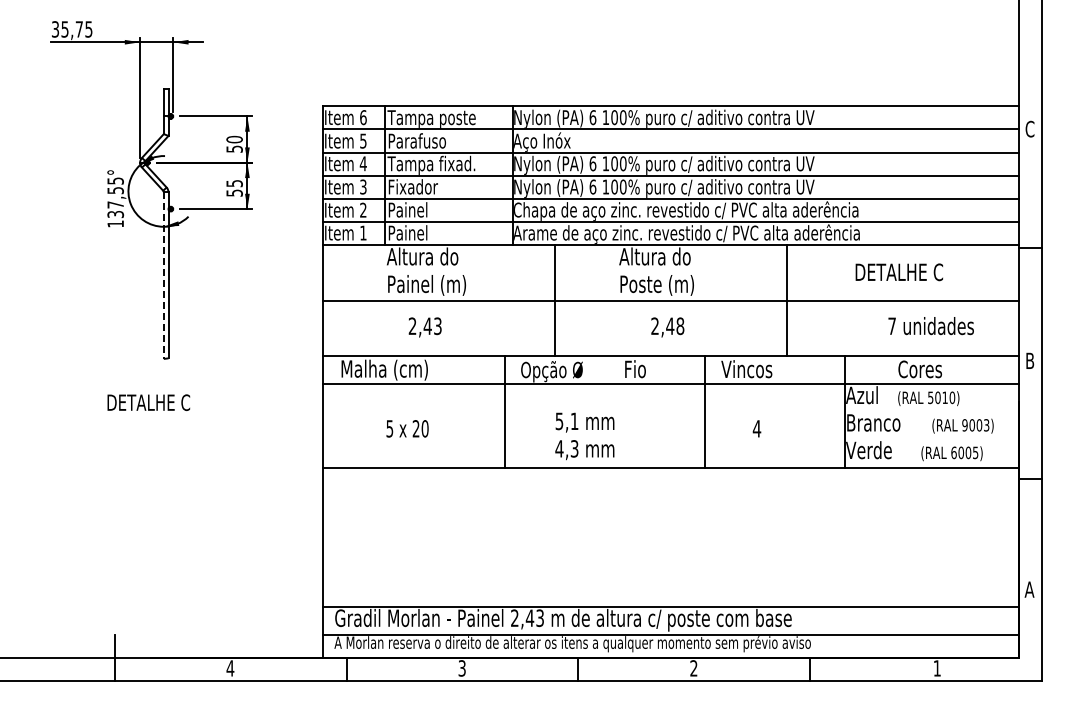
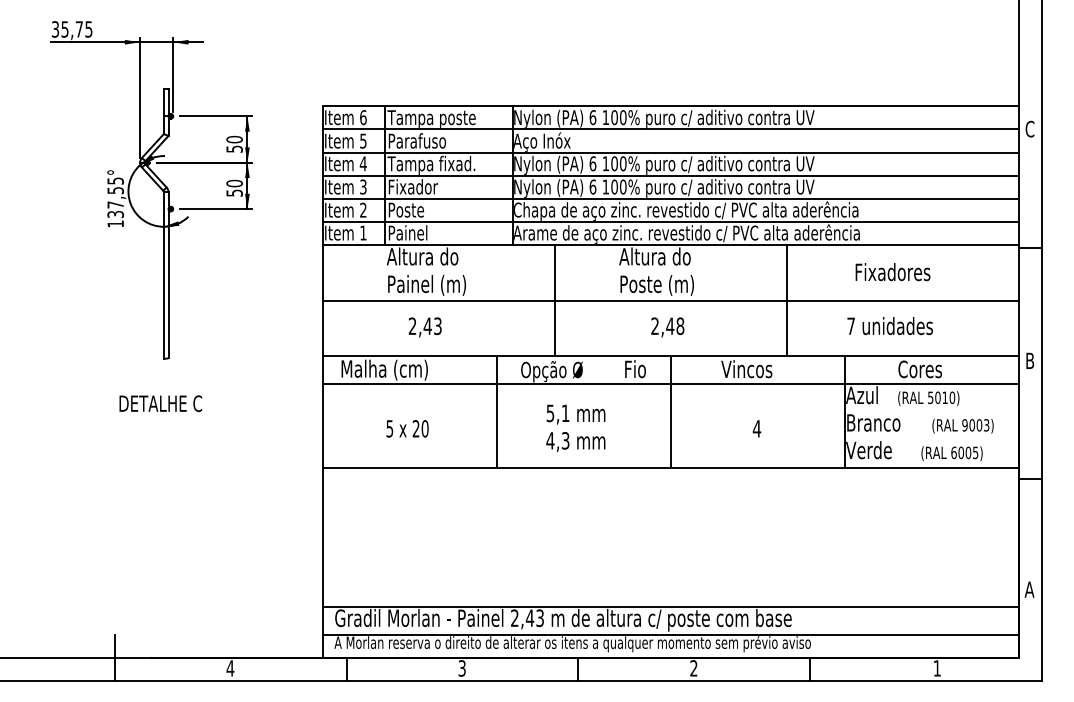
text at (234, 183): 55 -> 50
text at (411, 209): Painel -> Poste
text at (900, 272): DETALHE C -> Fixadores
line at (163, 276): dashed -> solid
text at (930, 326) position: (930, 326) -> (889, 326)
text at (148, 402) position: (148, 402) -> (160, 403)
line at (505, 411) position: (505, 411) -> (497, 411)
line at (704, 411) position: (704, 411) -> (670, 411)
text at (584, 436) position: (584, 436) -> (575, 428)
